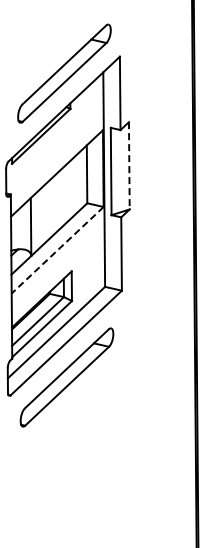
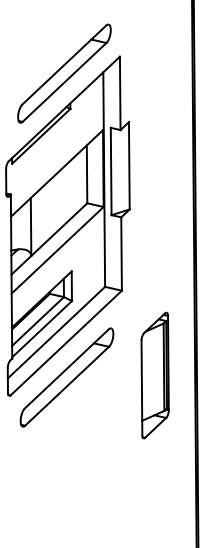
line at (129, 165): dashed -> solid
line at (57, 250): dashed -> solid
part at (154, 375): none -> present
